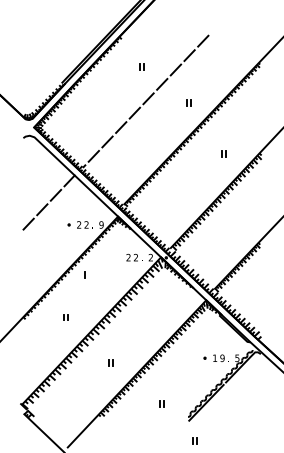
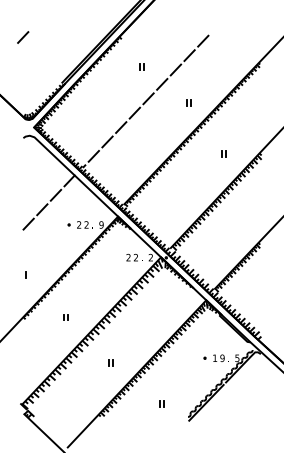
line at (23, 37): none -> present
line at (84, 274) position: (84, 274) -> (25, 274)
part at (194, 440): present -> none
